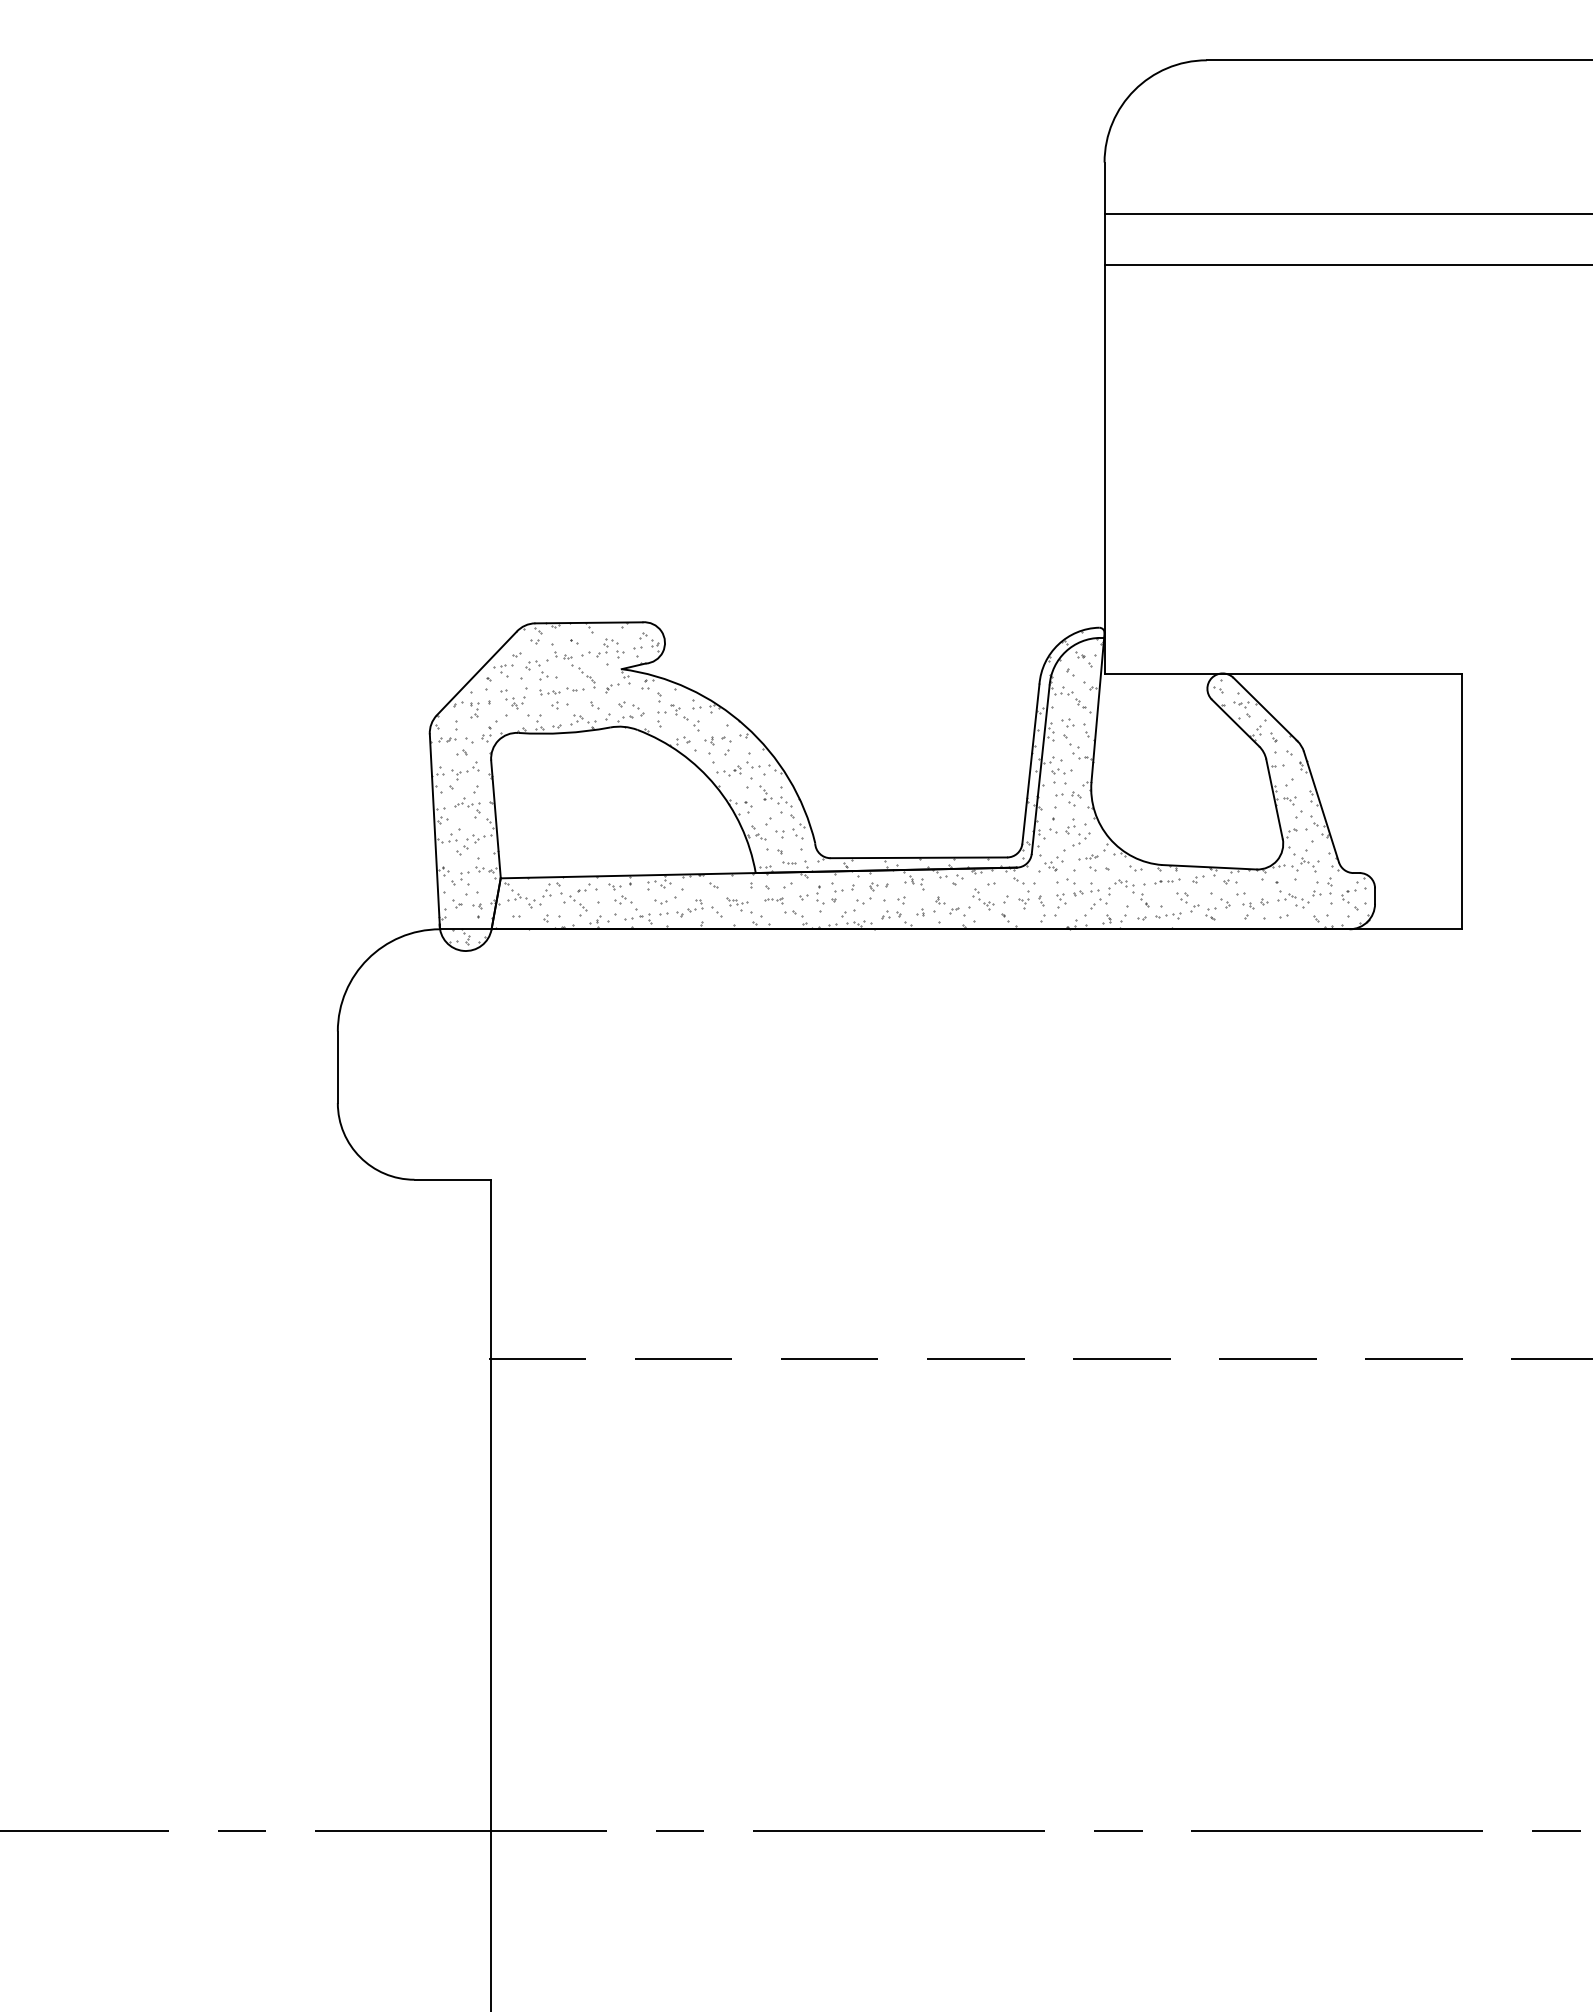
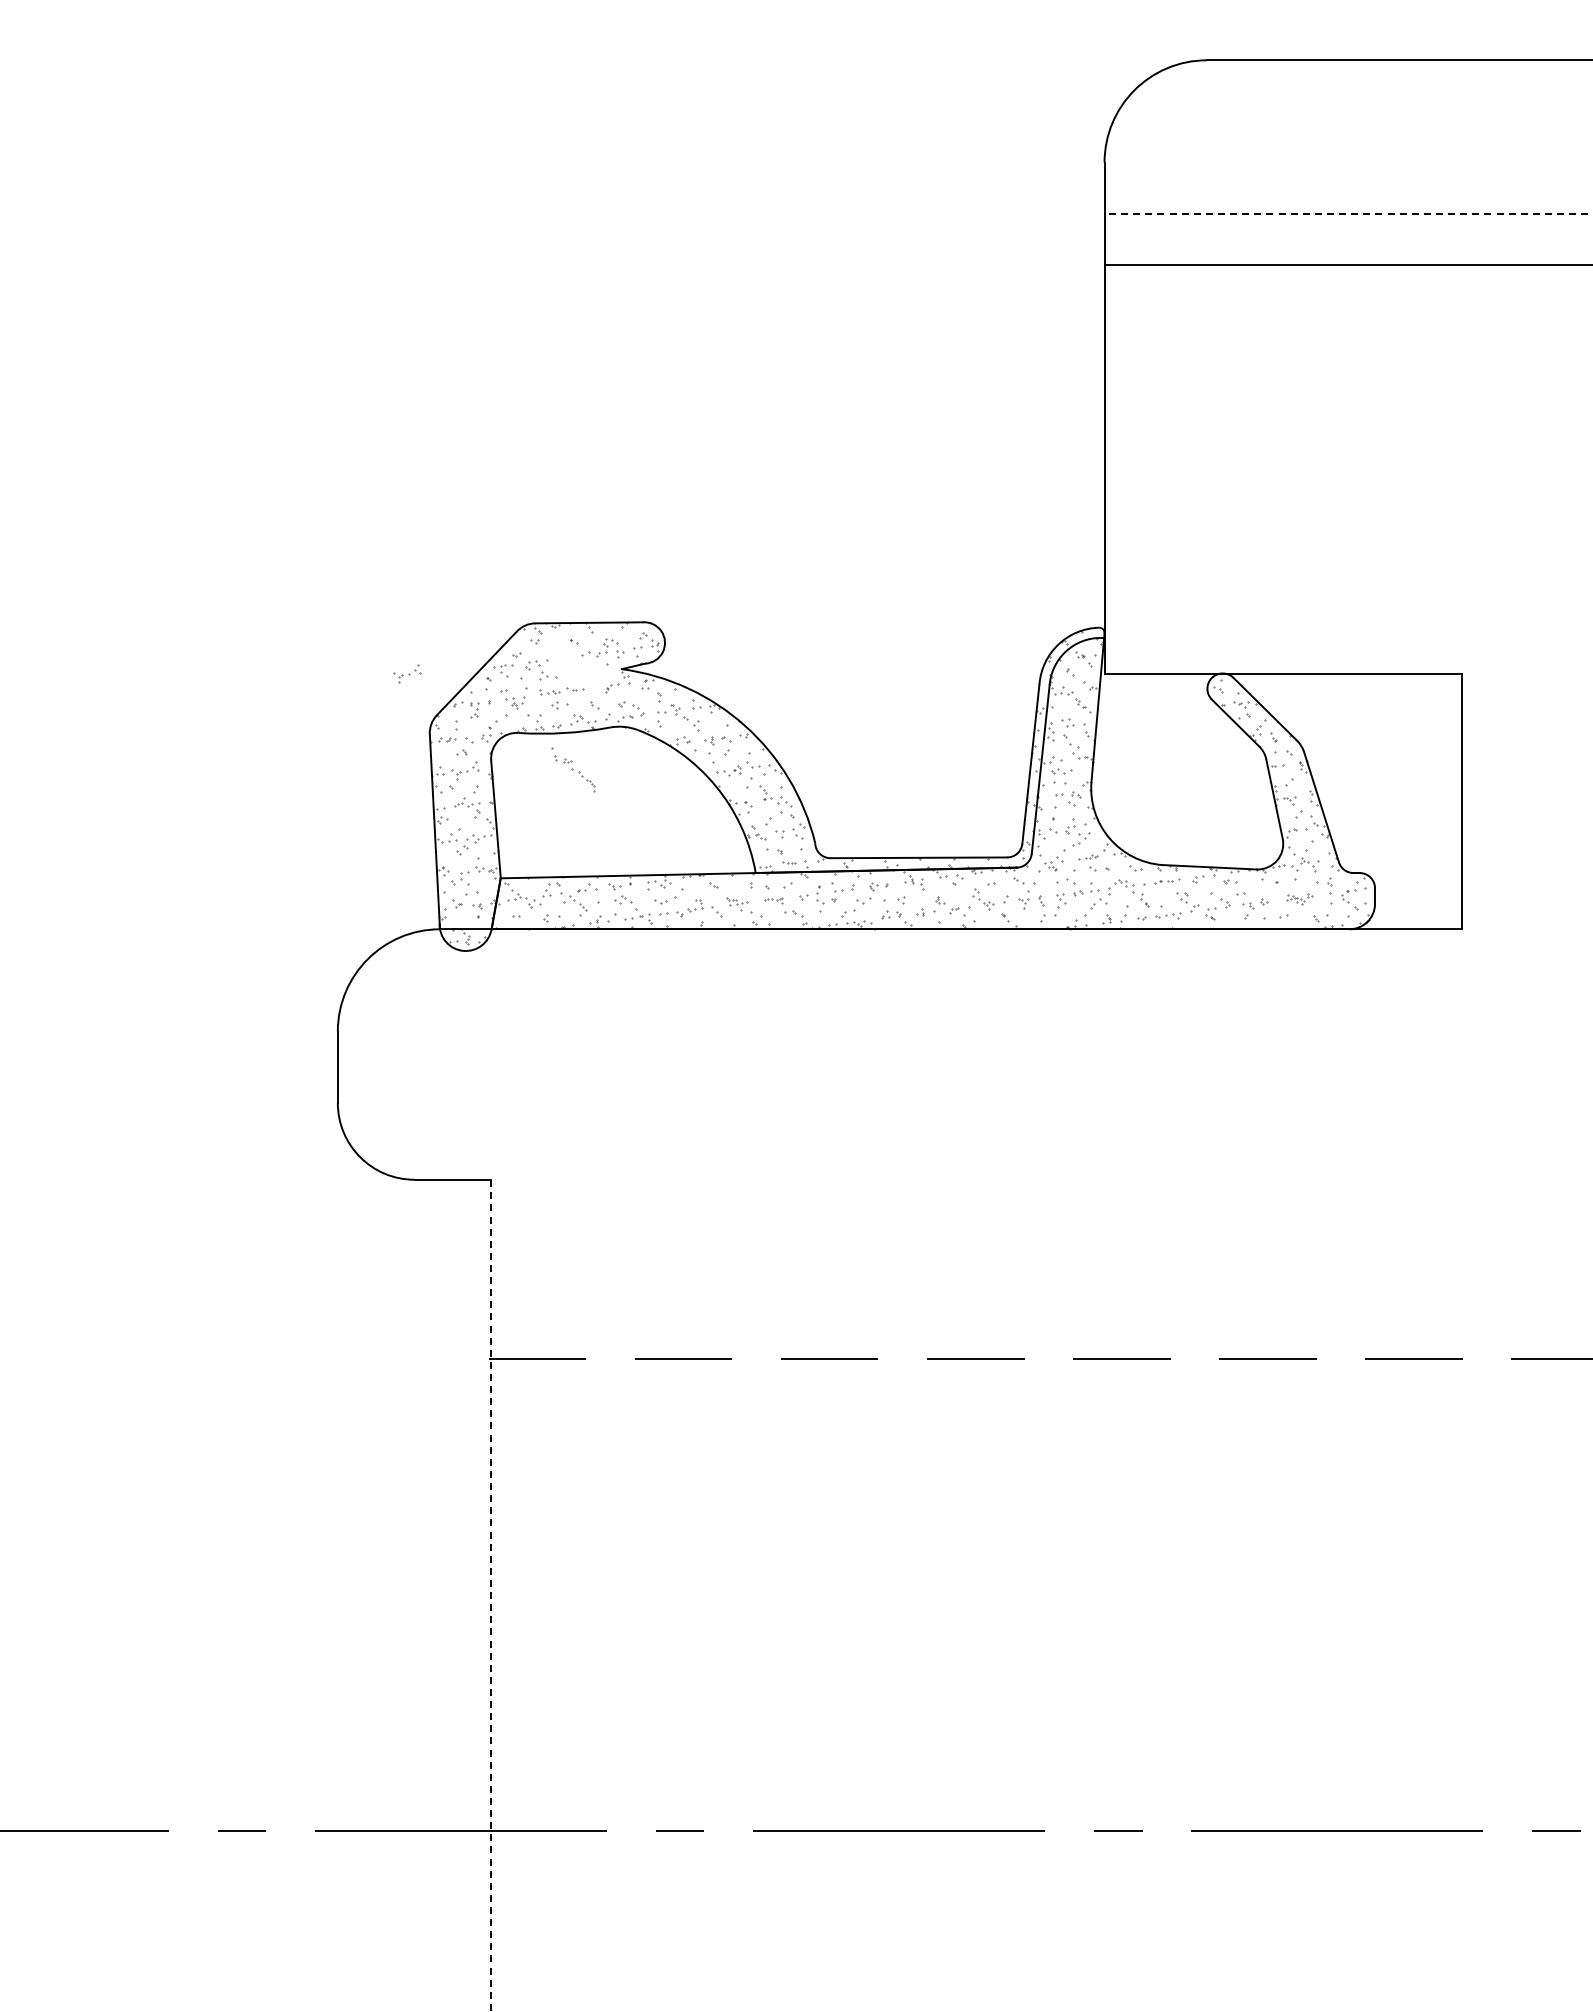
line at (1348, 213): solid -> dashed
part at (573, 665) position: (573, 665) -> (573, 769)
part at (407, 673): none -> present
part at (1299, 899) size: 45x19 px -> 28x13 px
line at (491, 1595): solid -> dashed
